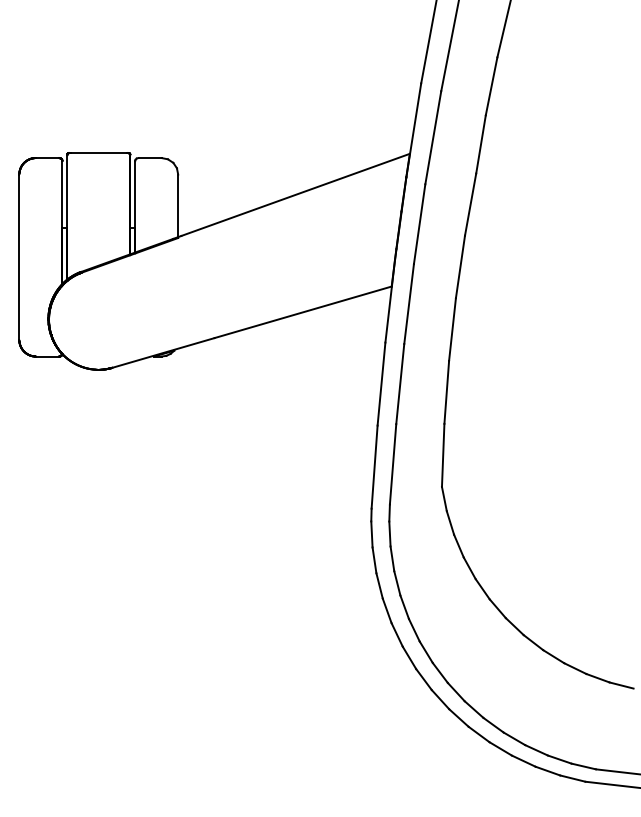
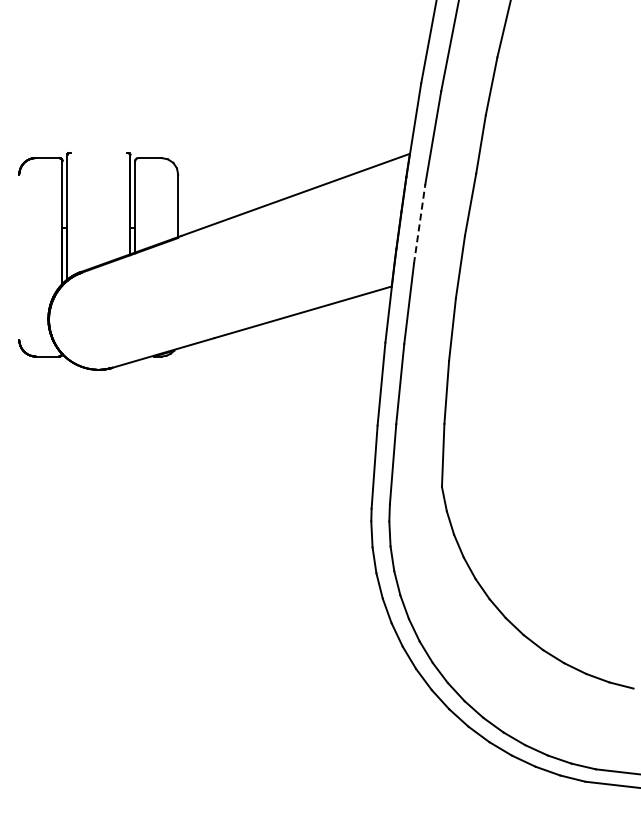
line at (98, 153): present -> none
line at (419, 223): solid -> dashed
line at (19, 257): present -> none
